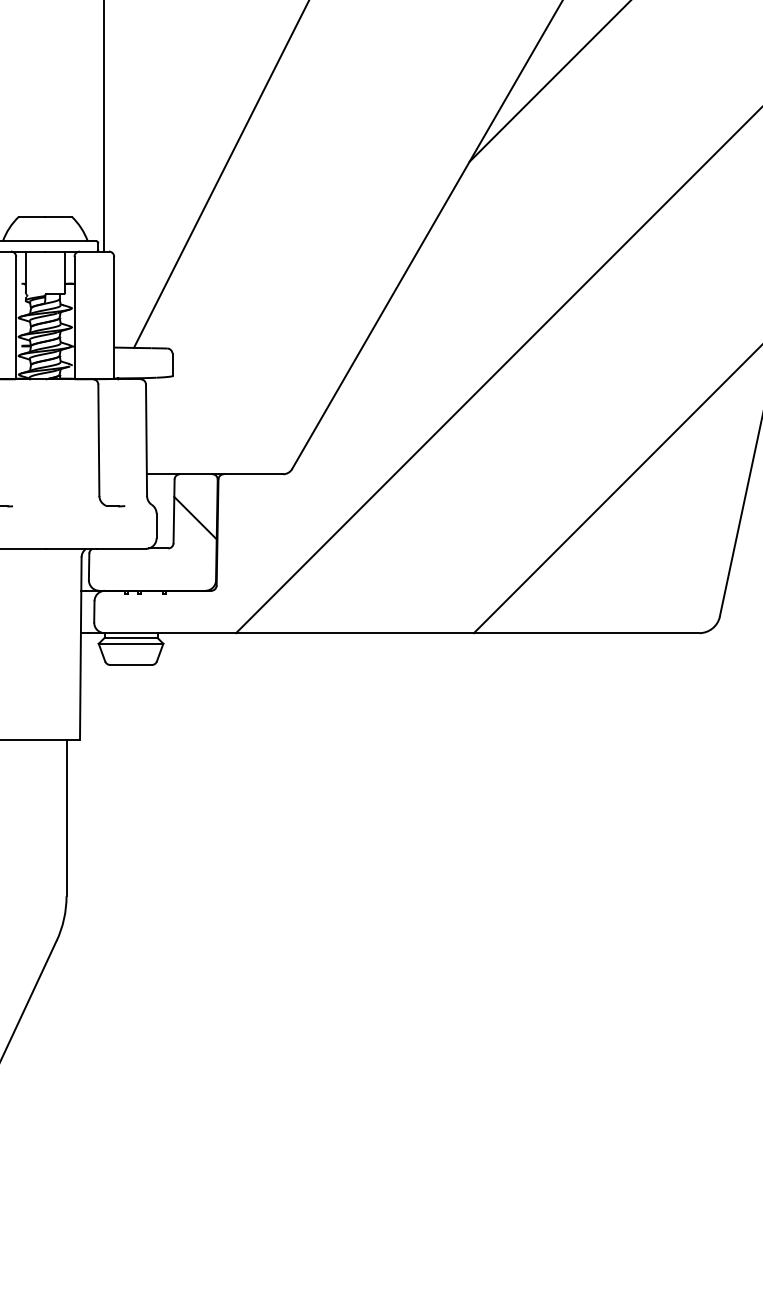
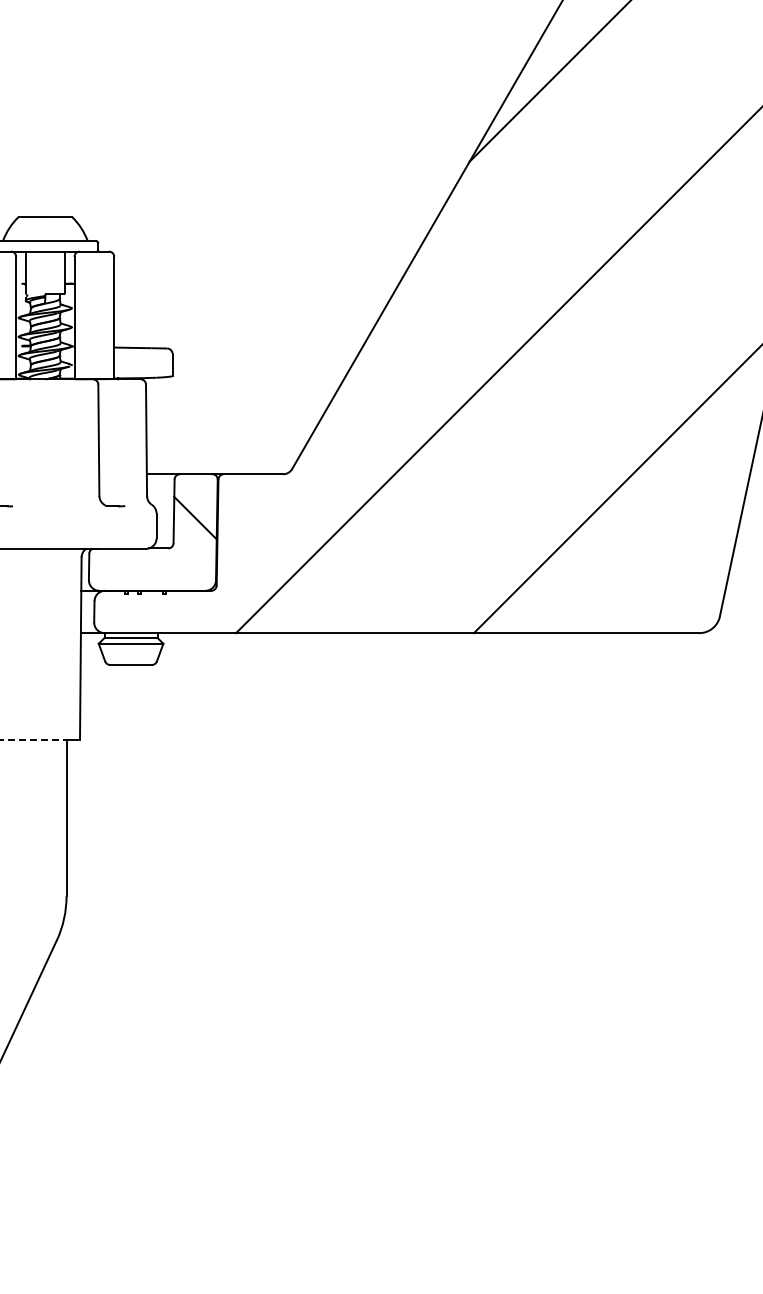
line at (103, 126): present -> none
line at (220, 174): present -> none
line at (33, 739): solid -> dashed
